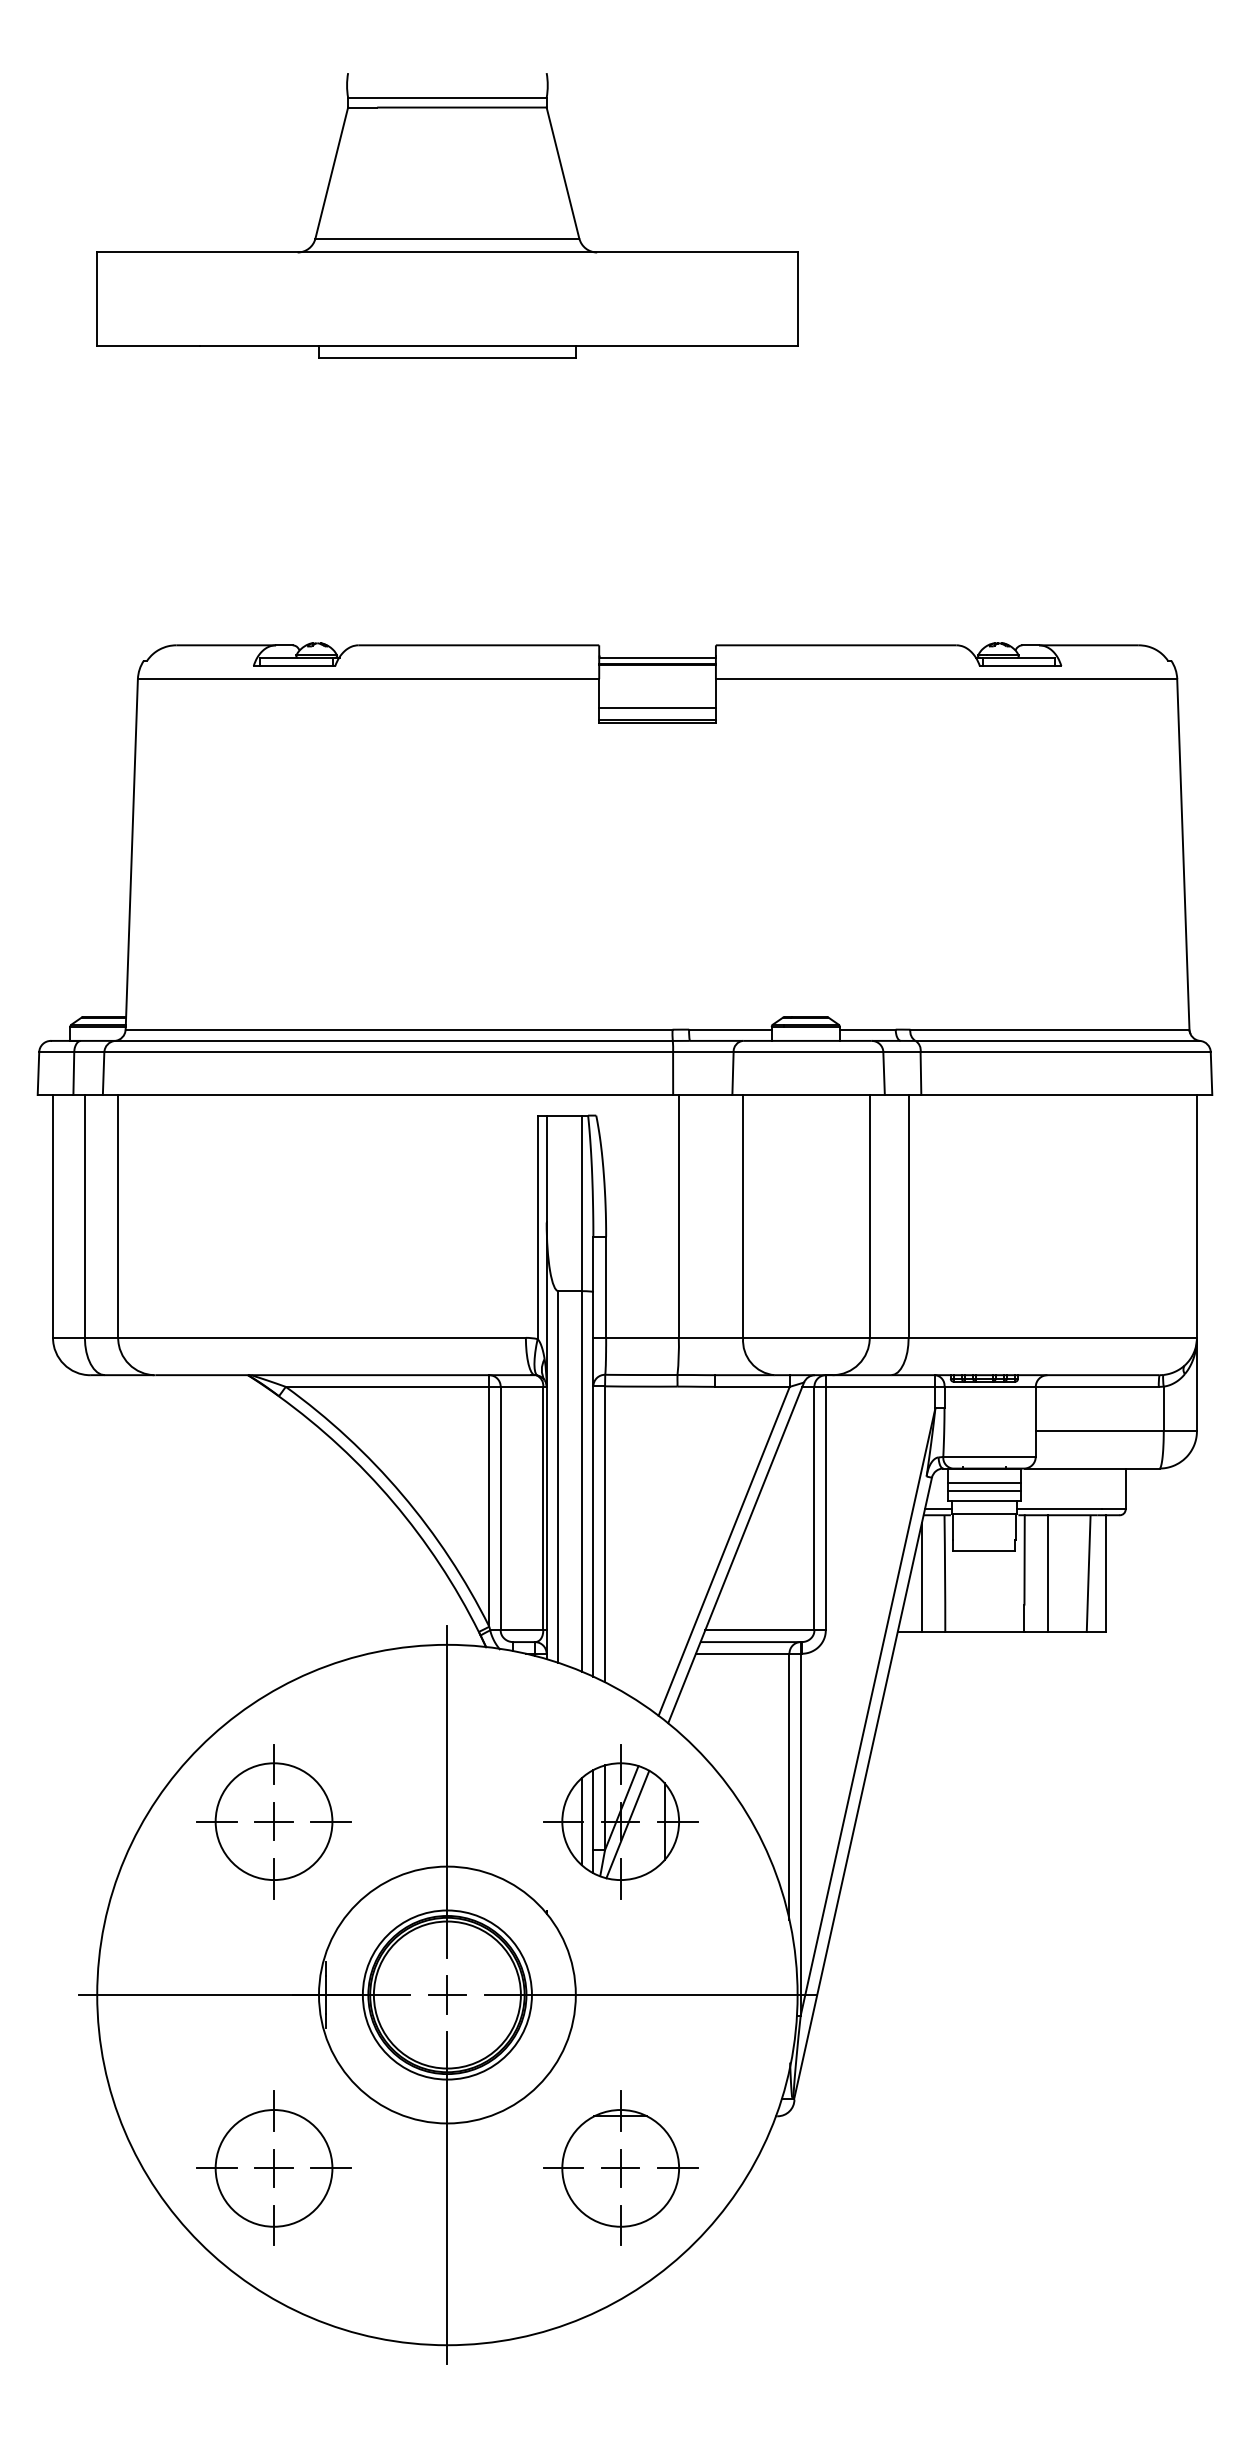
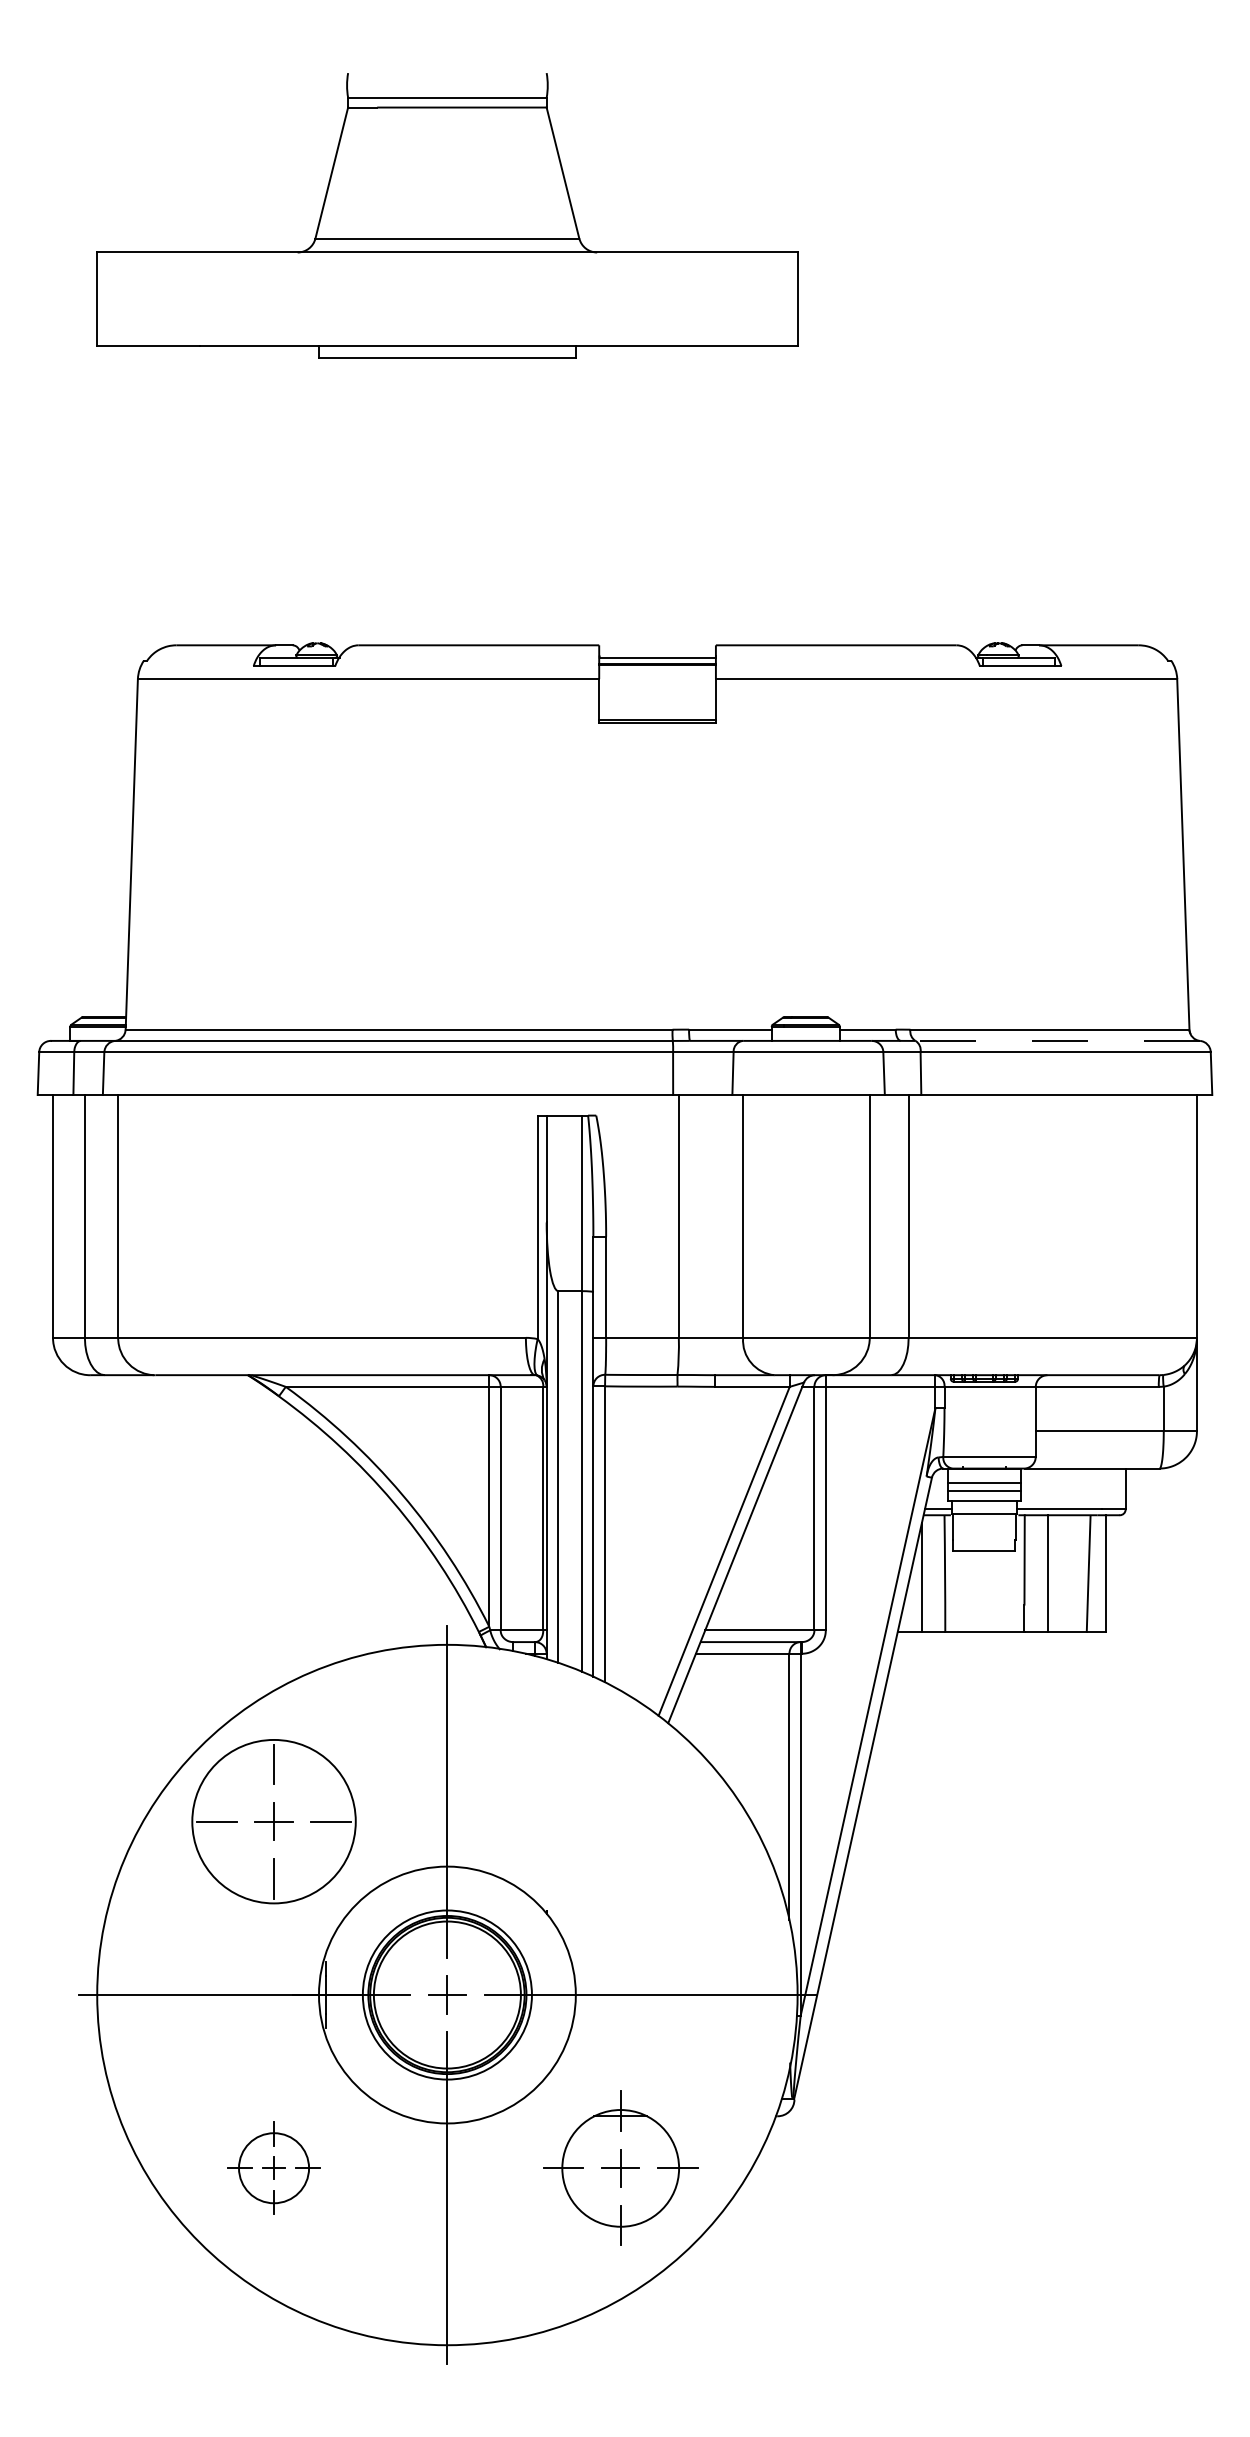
line at (657, 708): present -> none
line at (1057, 1040): solid -> dashed
circle at (273, 1821) diameter: 117 px -> 163 px
part at (620, 1821): present -> none
part at (273, 2167) size: 156x156 px -> 94x94 px
